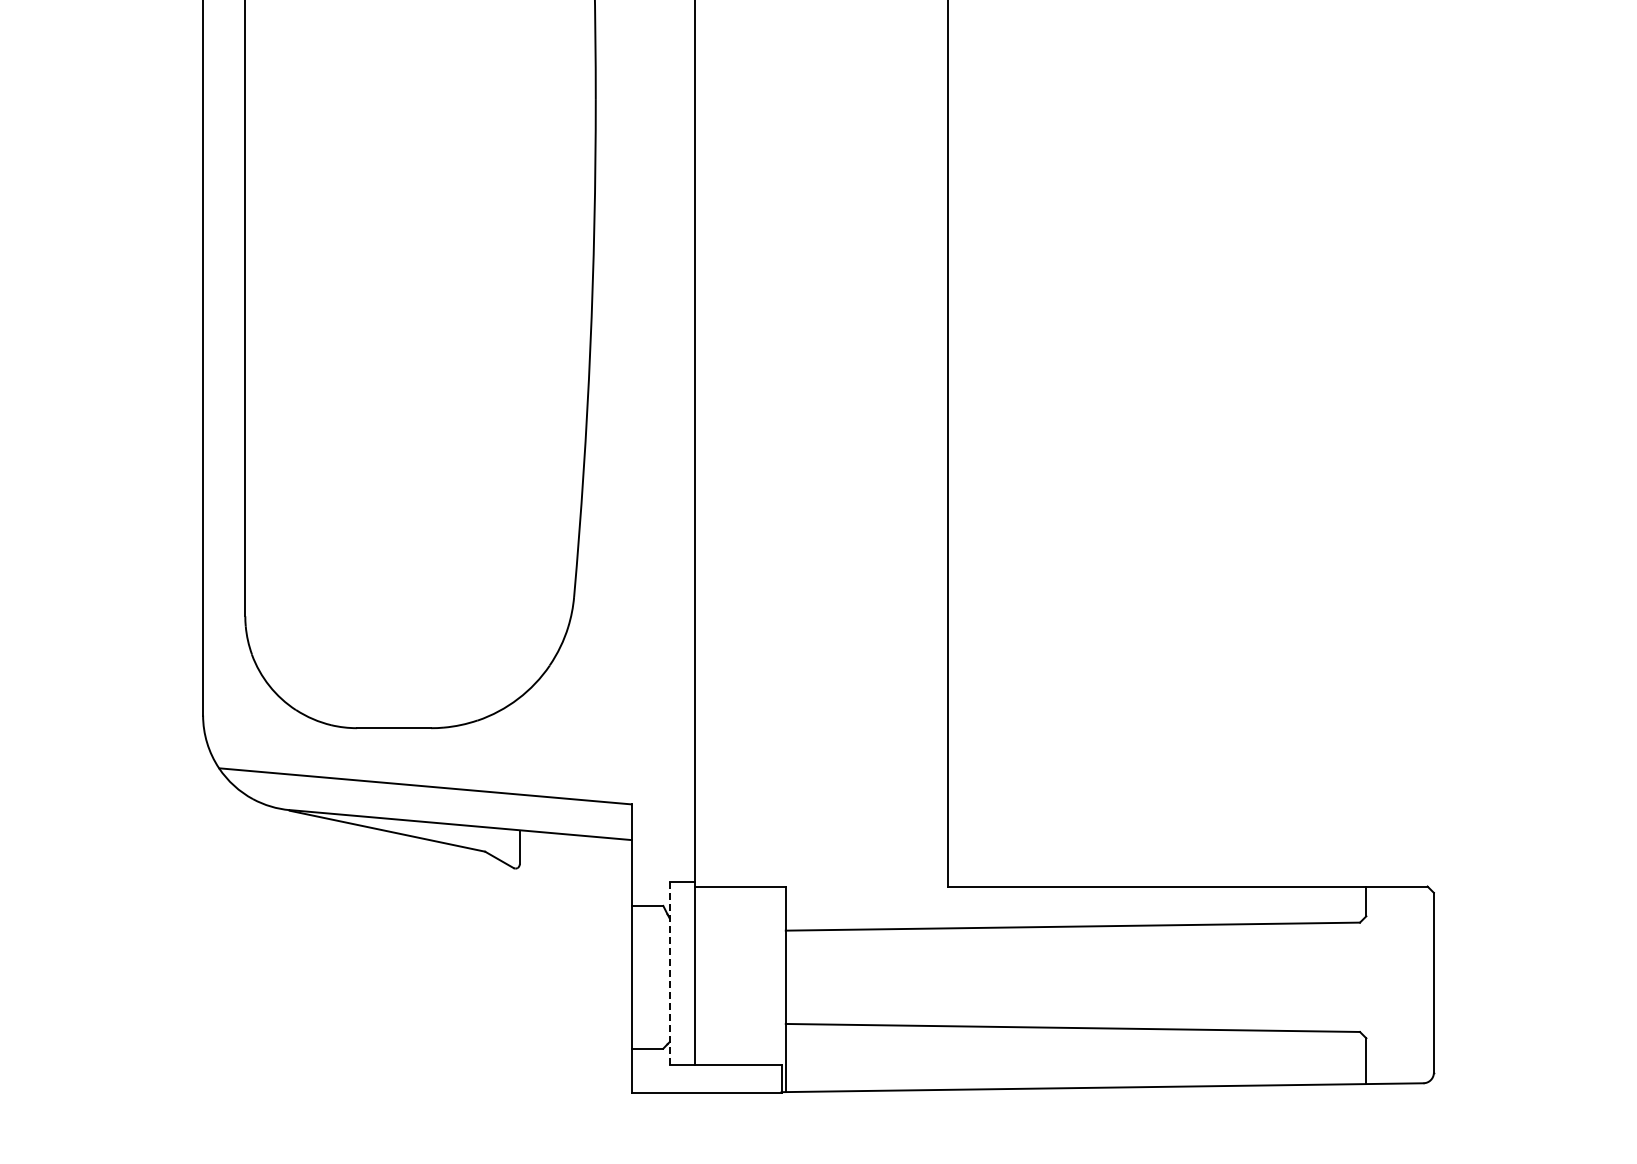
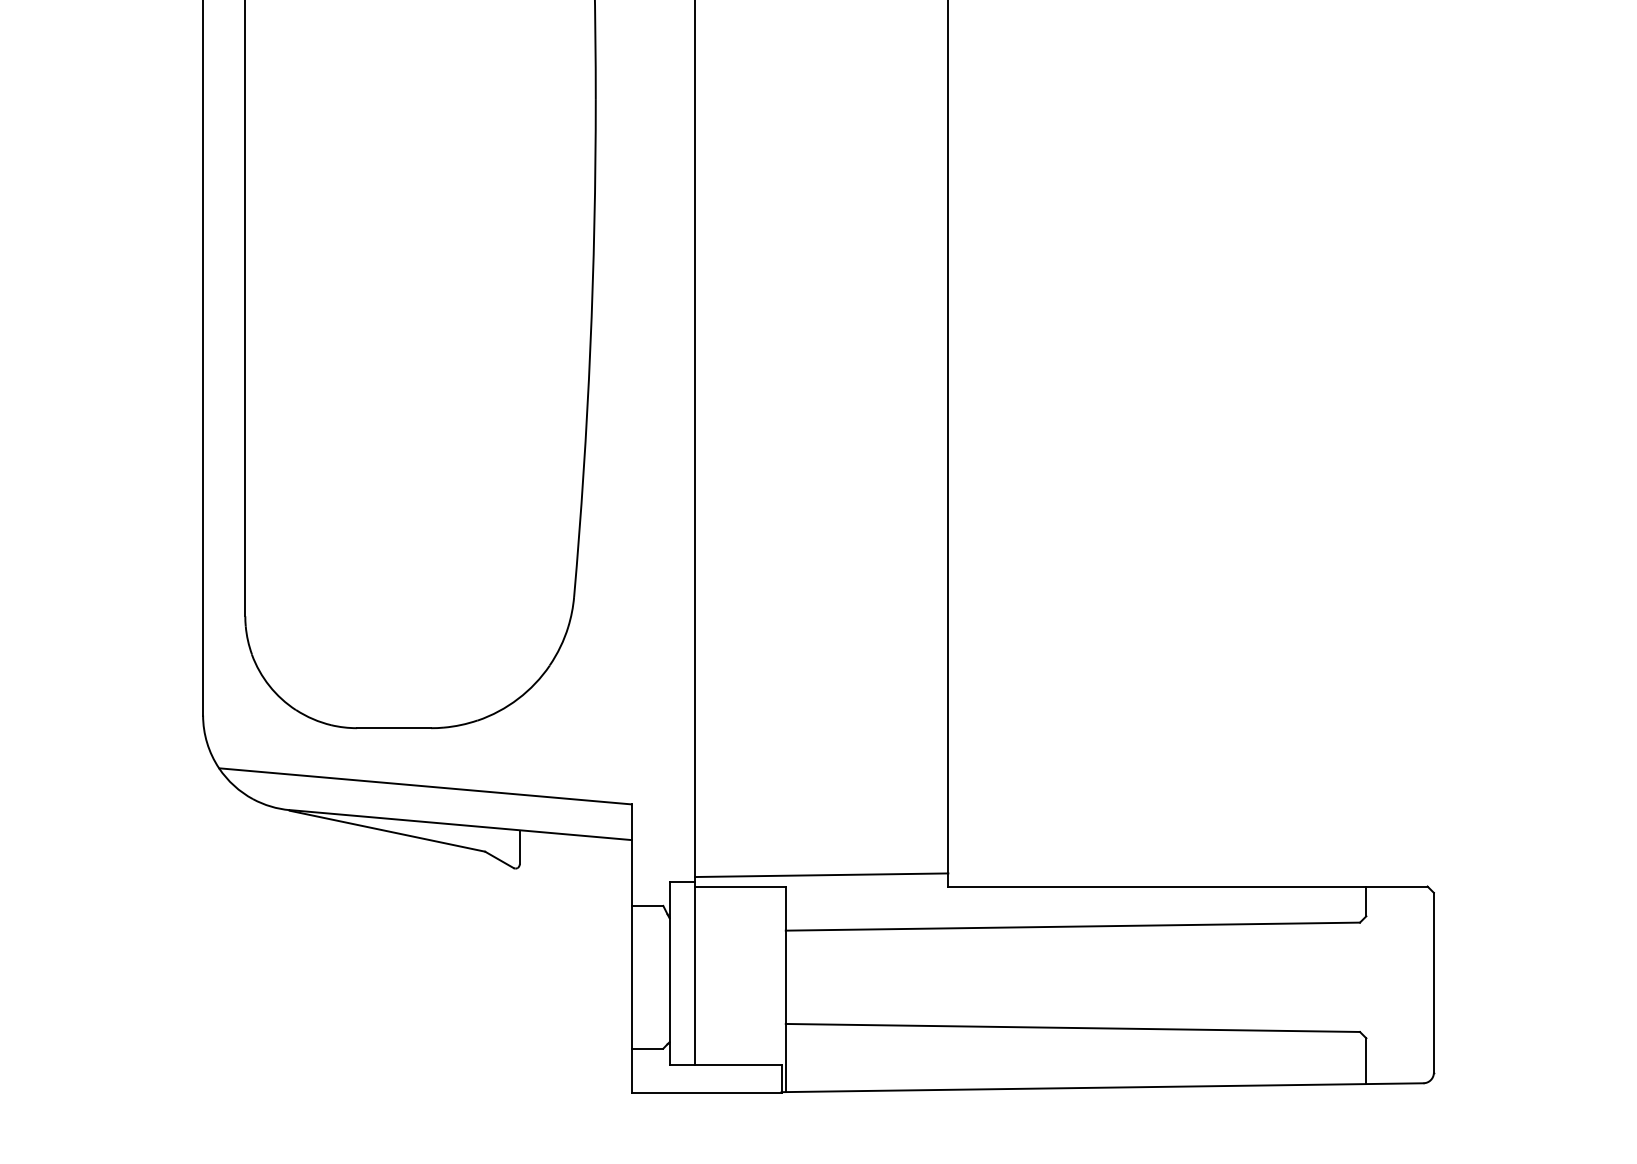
line at (821, 875): none -> present
line at (669, 974): dashed -> solid
